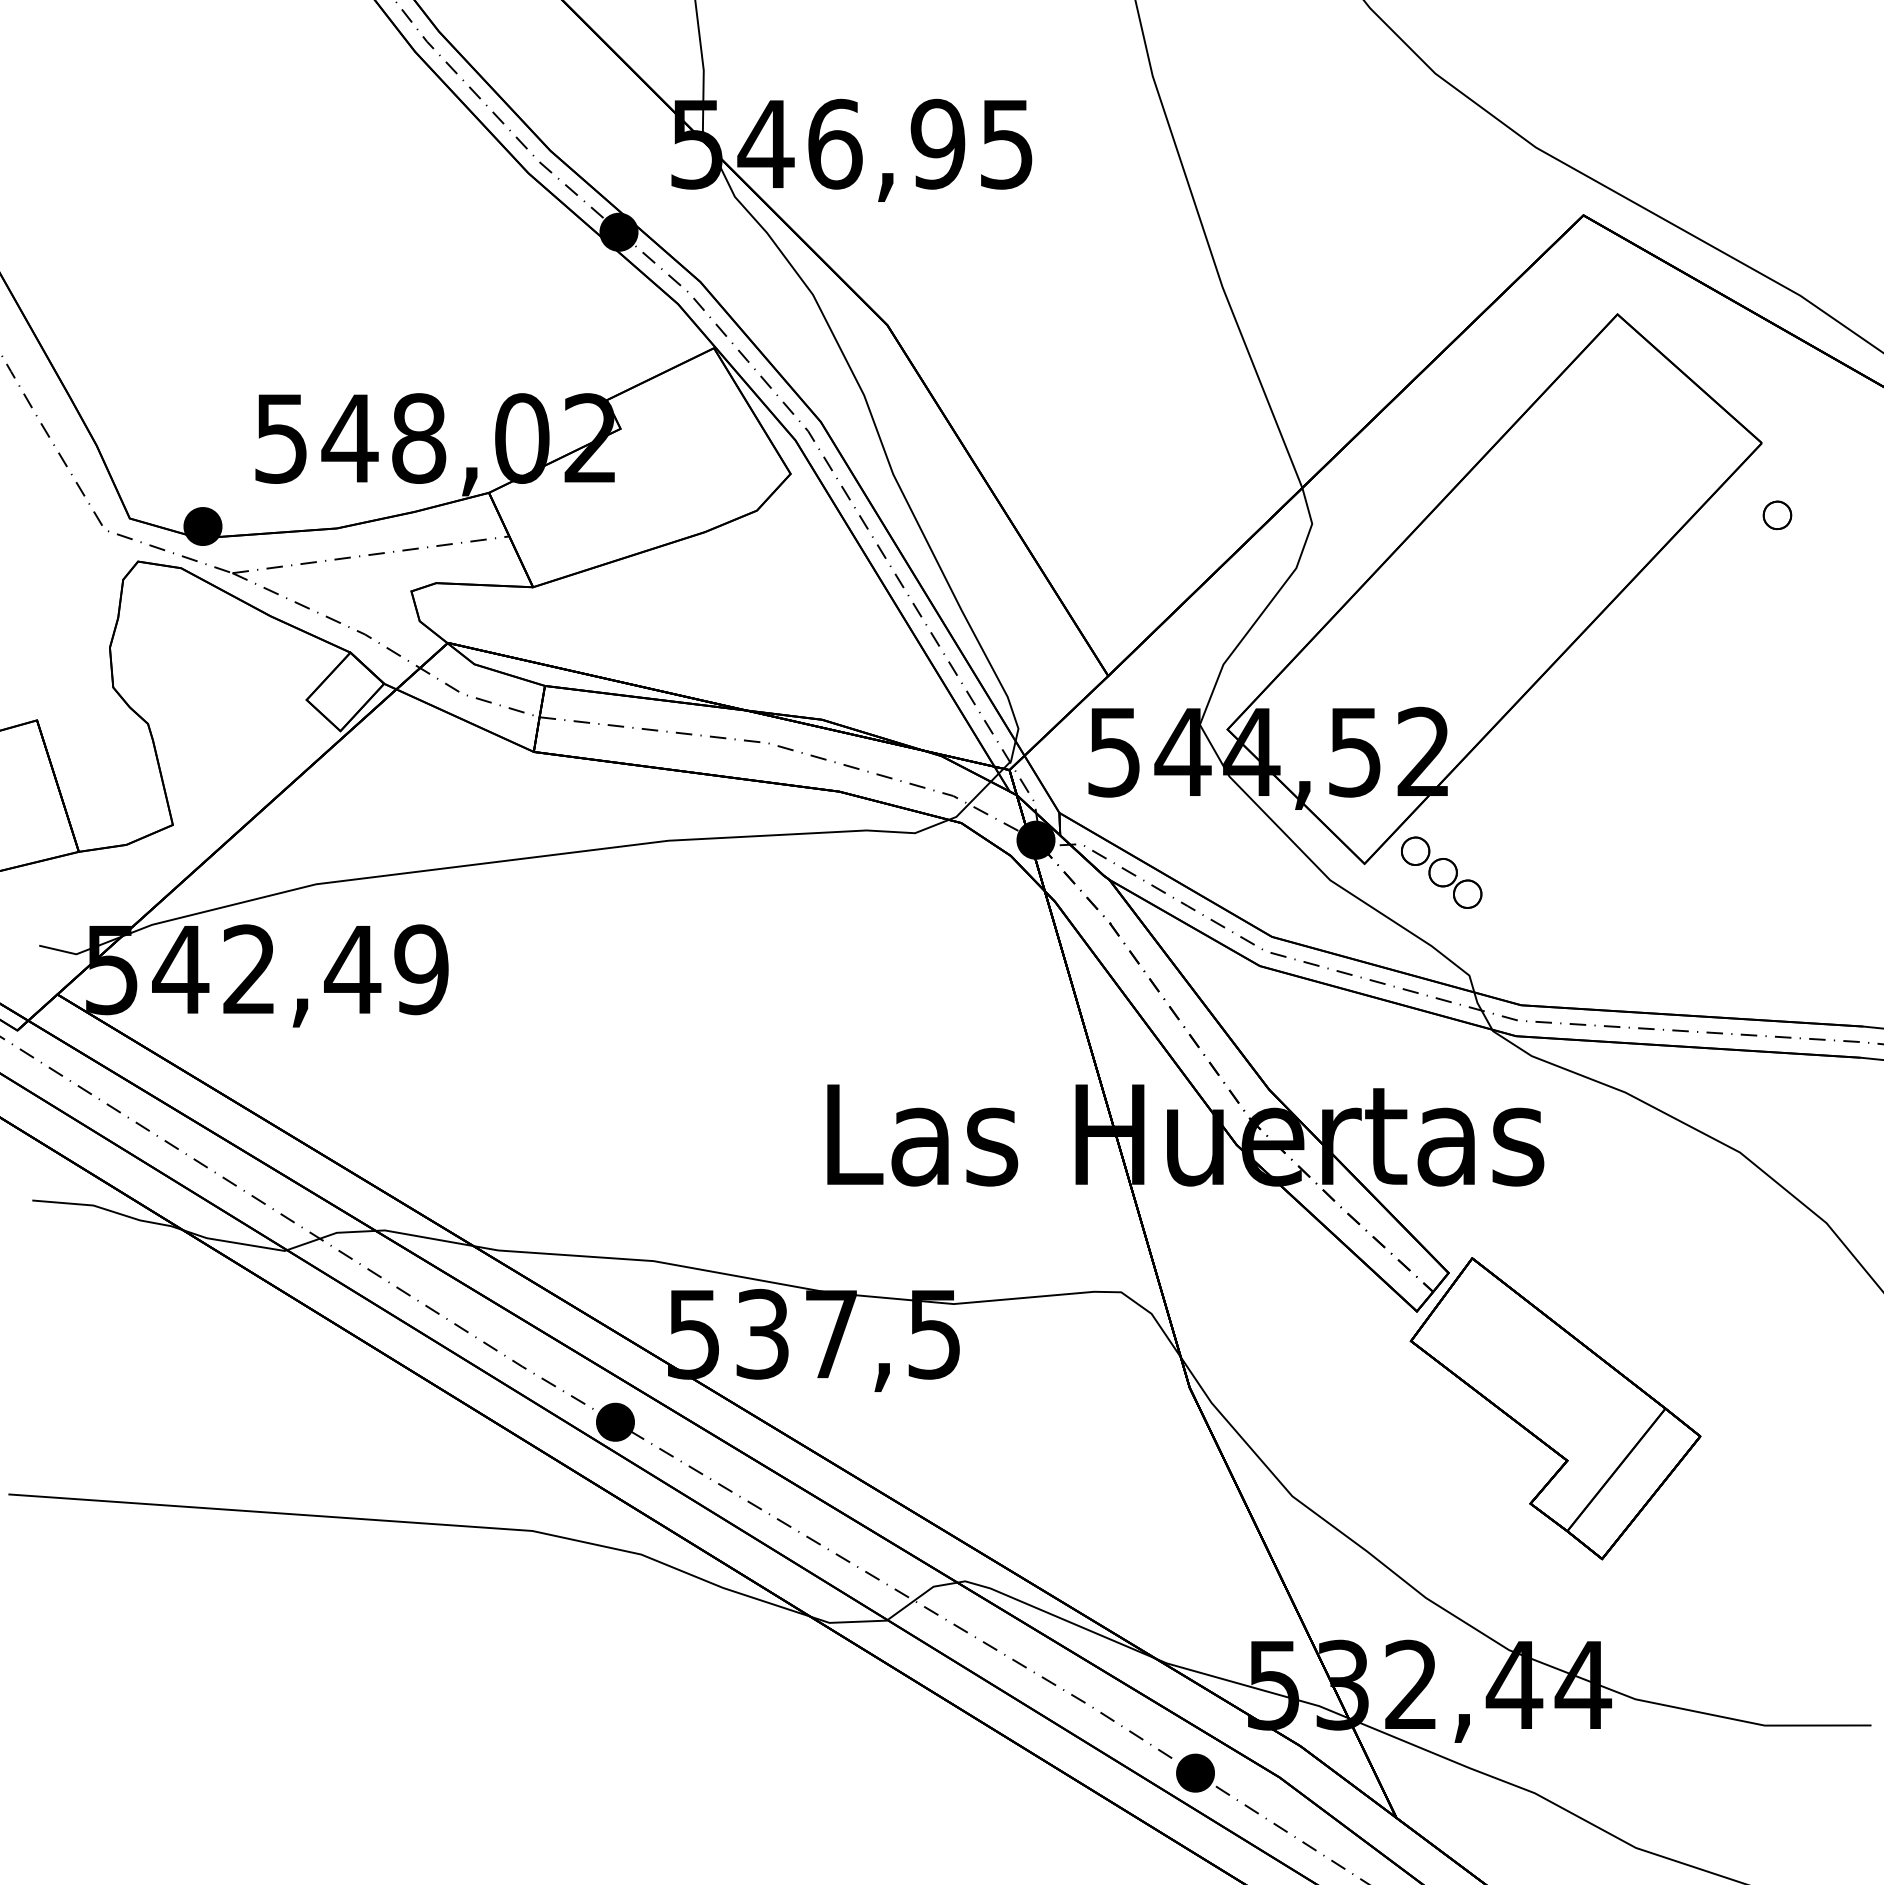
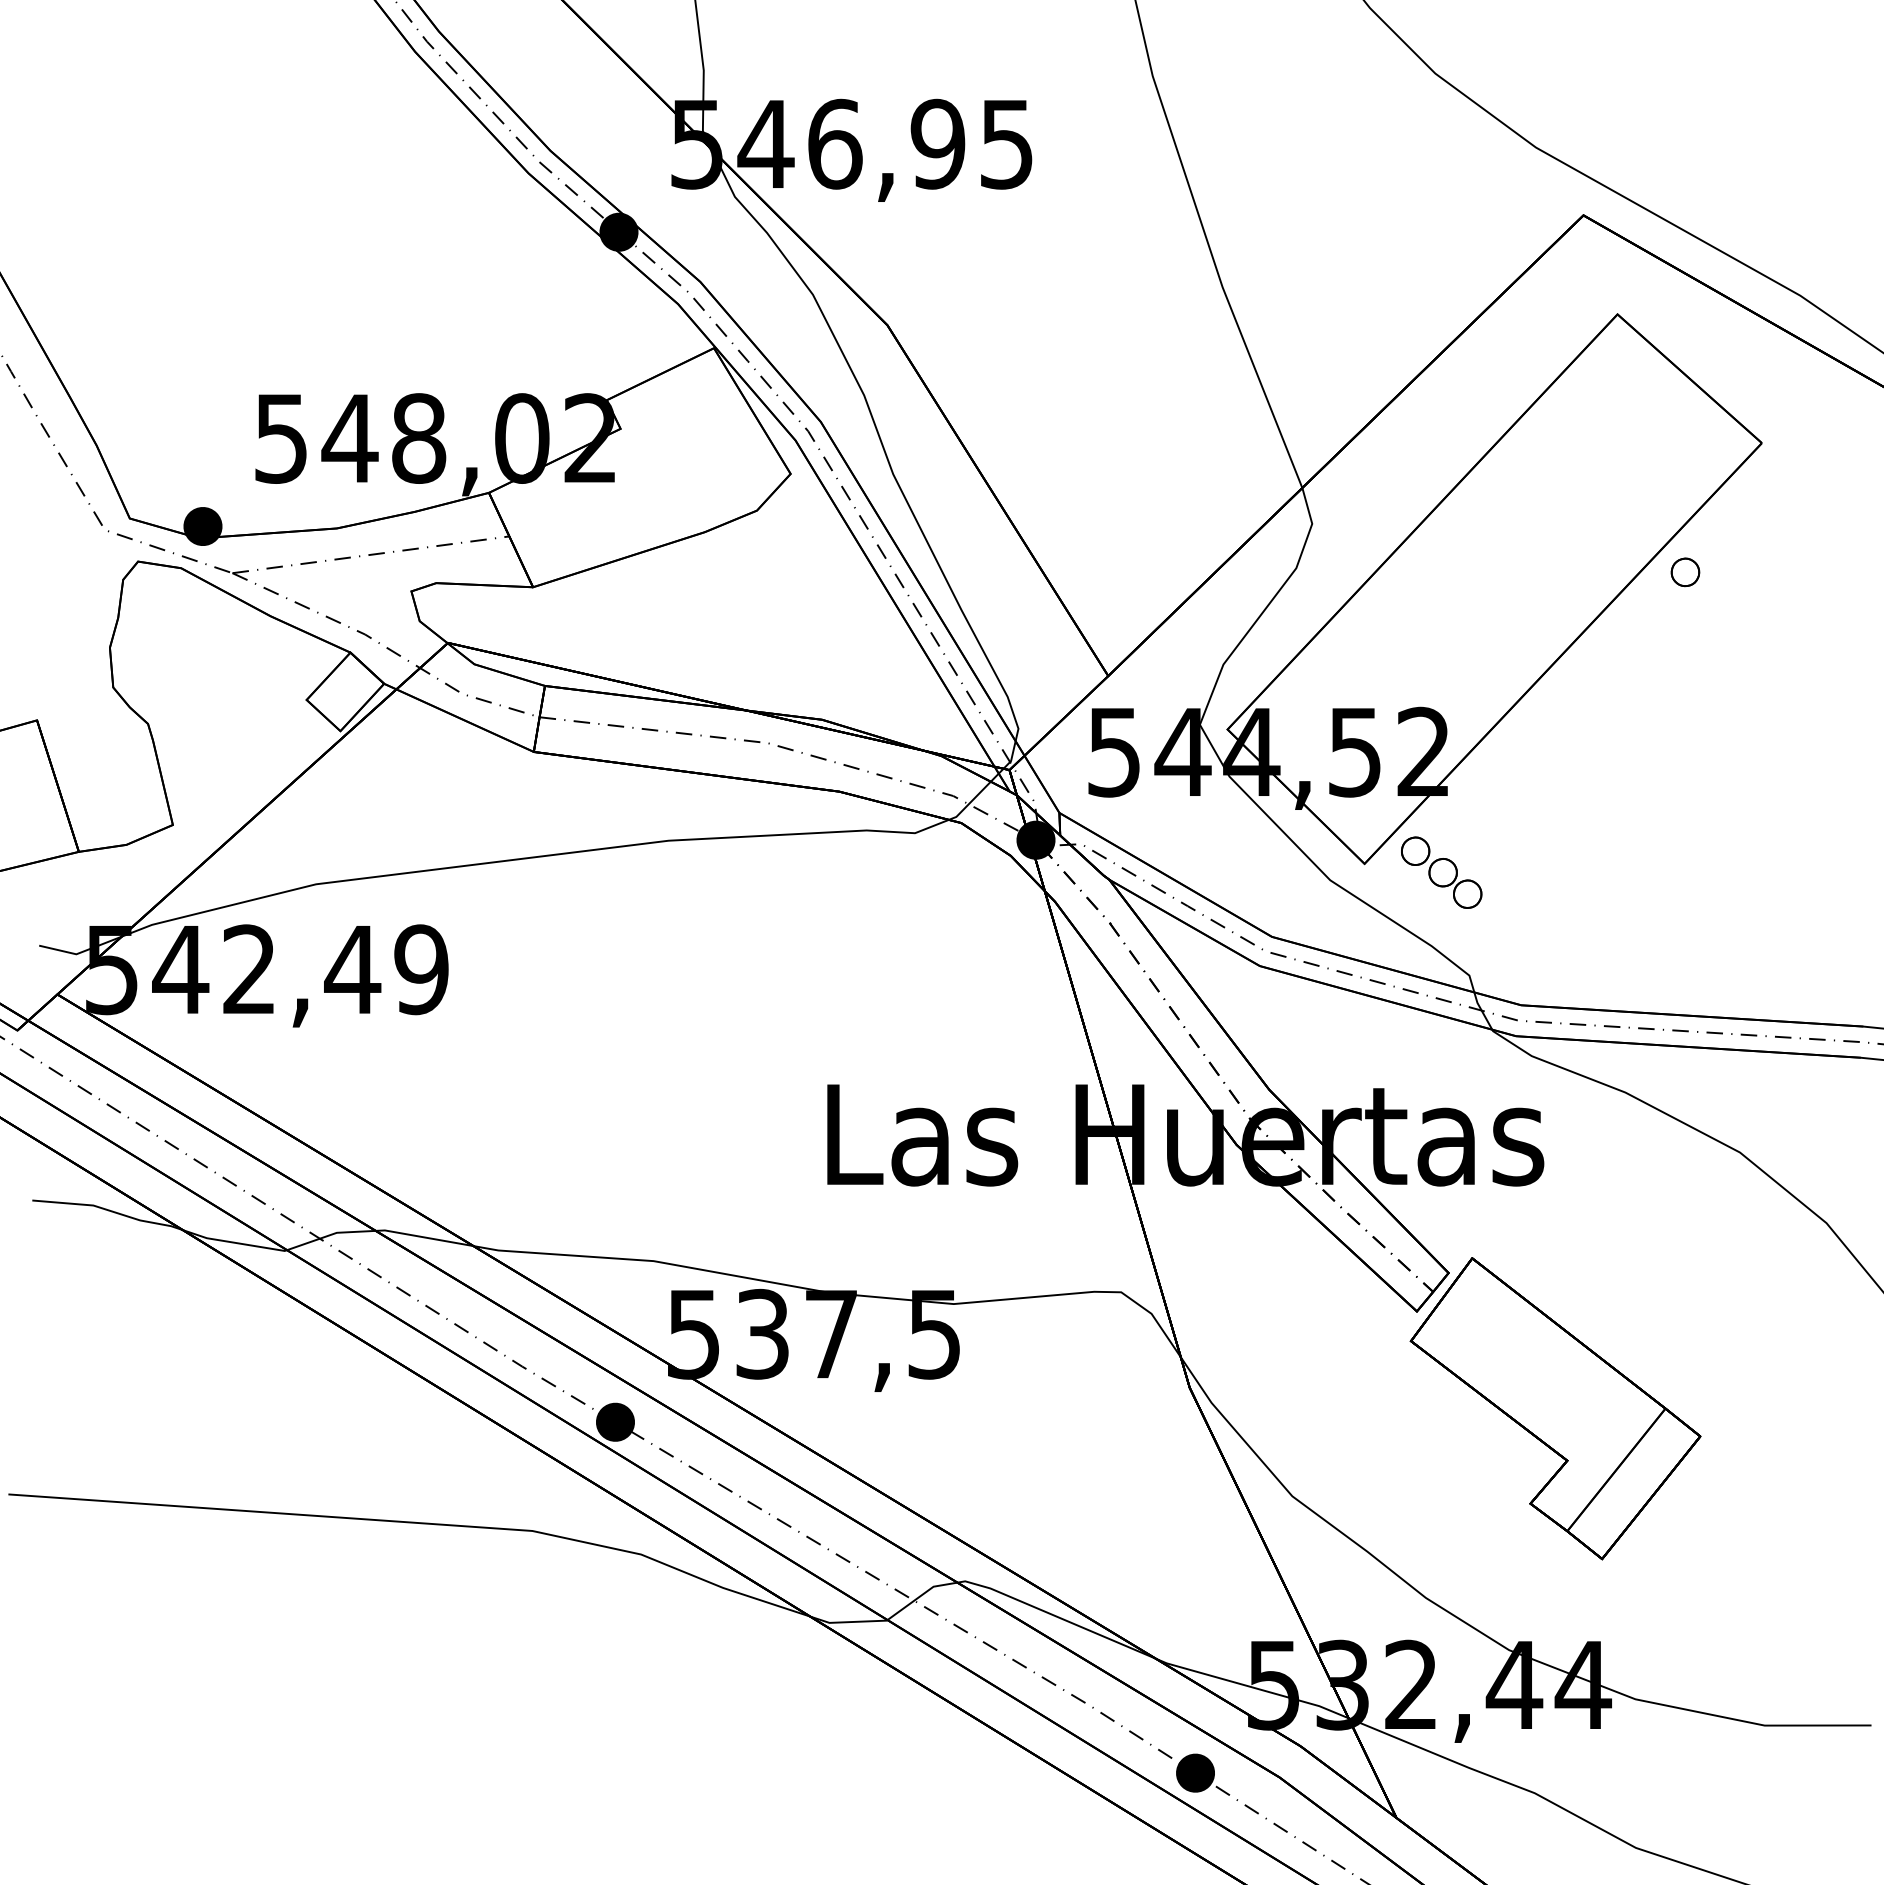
part at (1777, 515) position: (1777, 515) -> (1685, 572)
